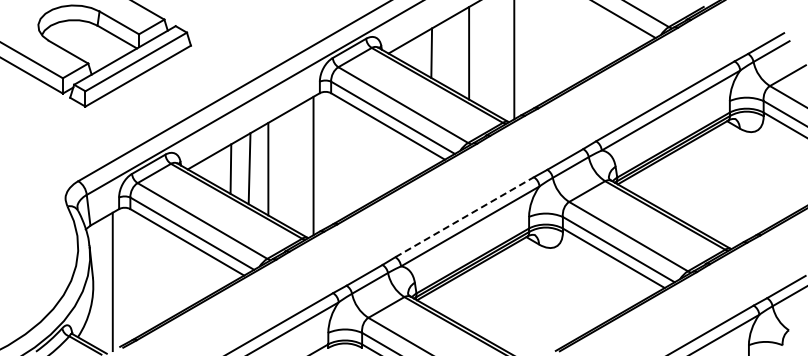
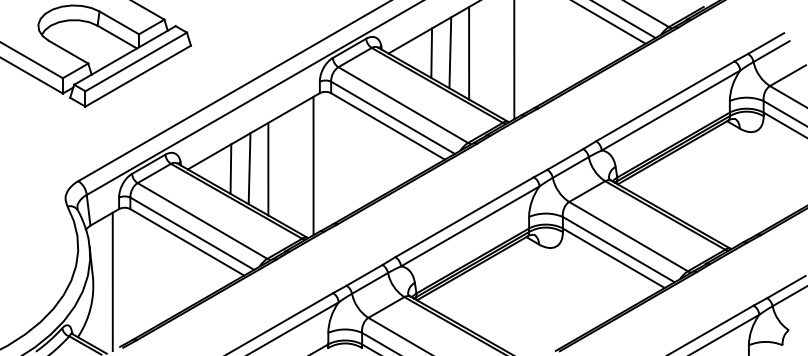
line at (609, 22): none -> present
line at (450, 52): none -> present
line at (464, 217): dashed -> solid
